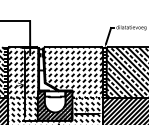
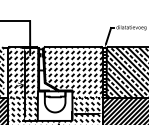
hatch at (6, 71): present -> none
hatch at (54, 105): present -> none
